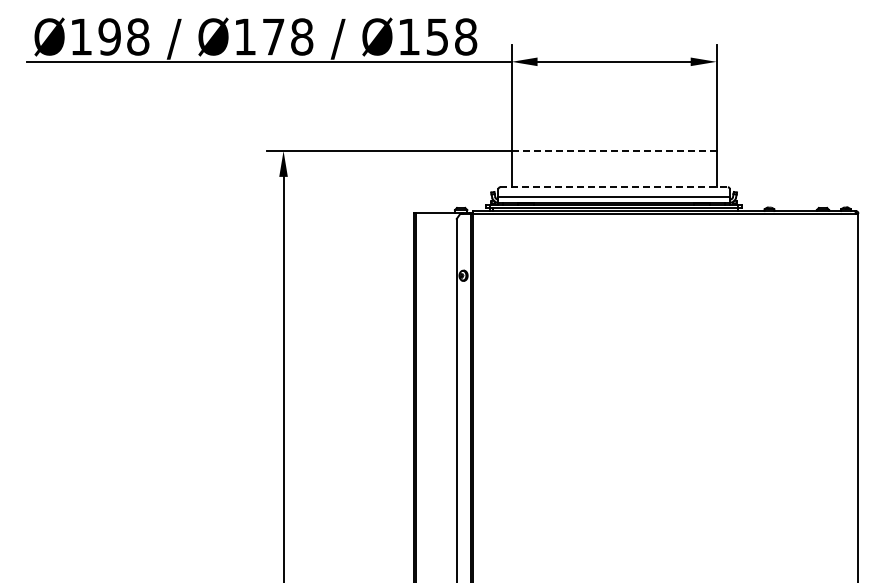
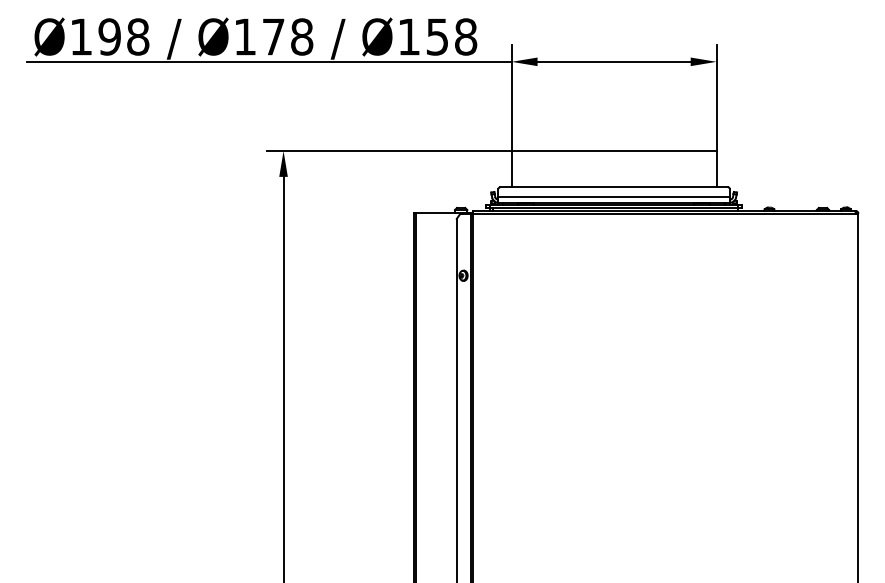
line at (613, 151): dashed -> solid
line at (614, 187): dashed -> solid
